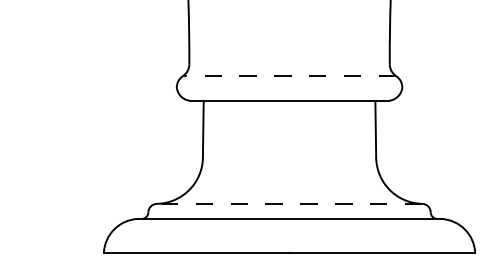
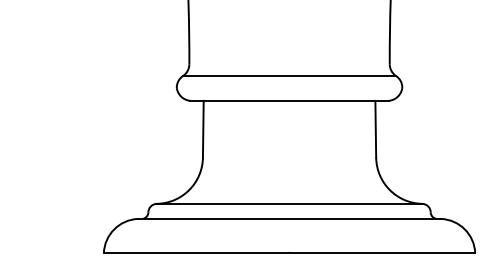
line at (289, 76): dashed -> solid
line at (289, 203): dashed -> solid
